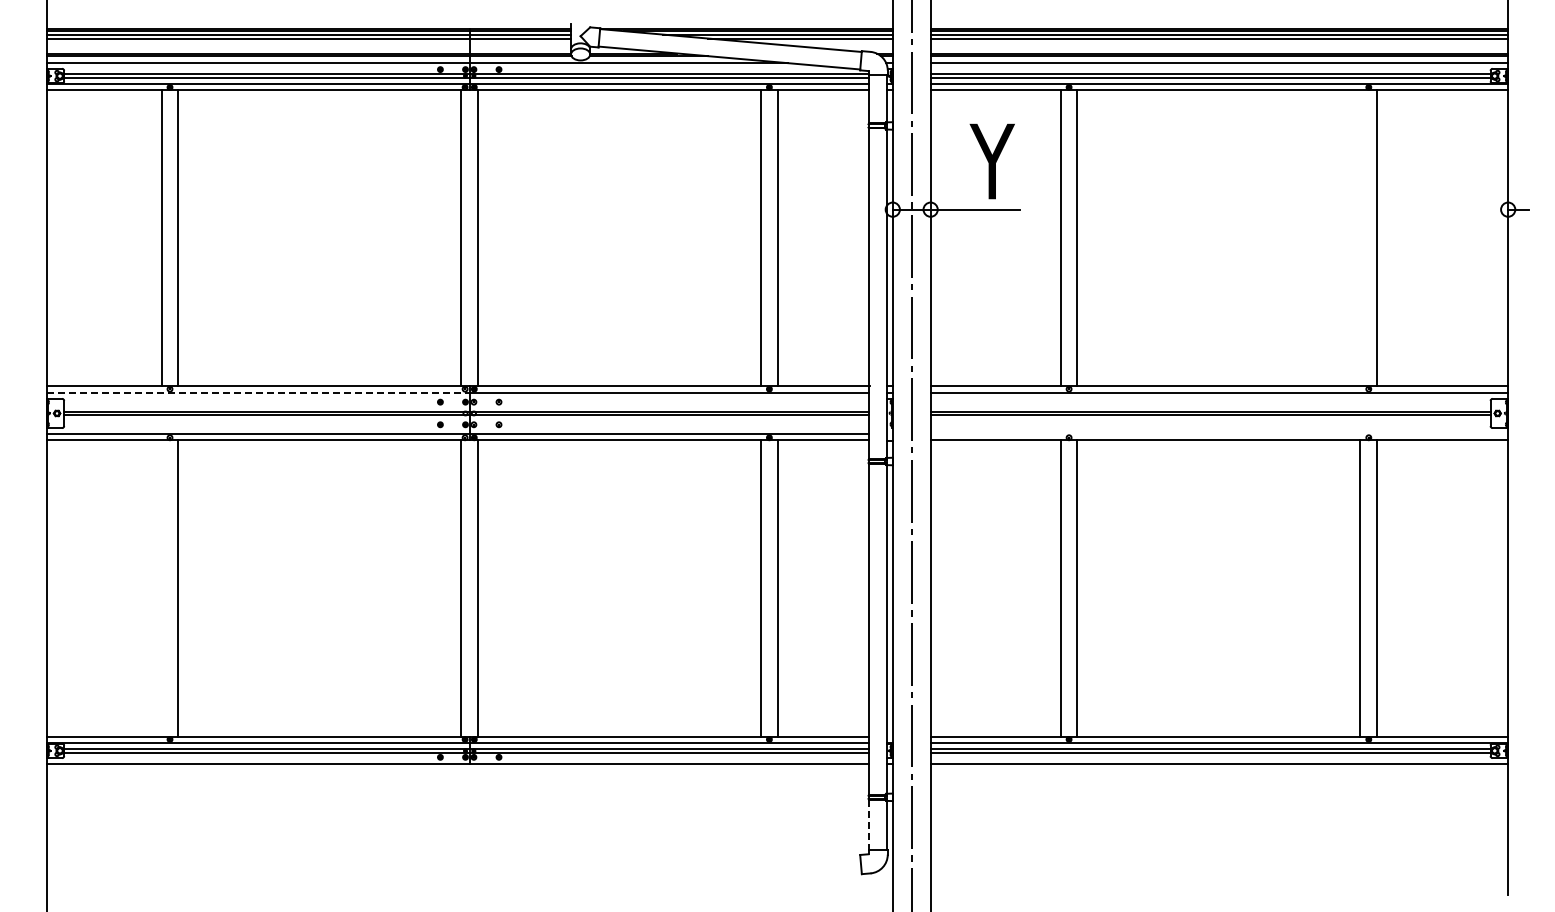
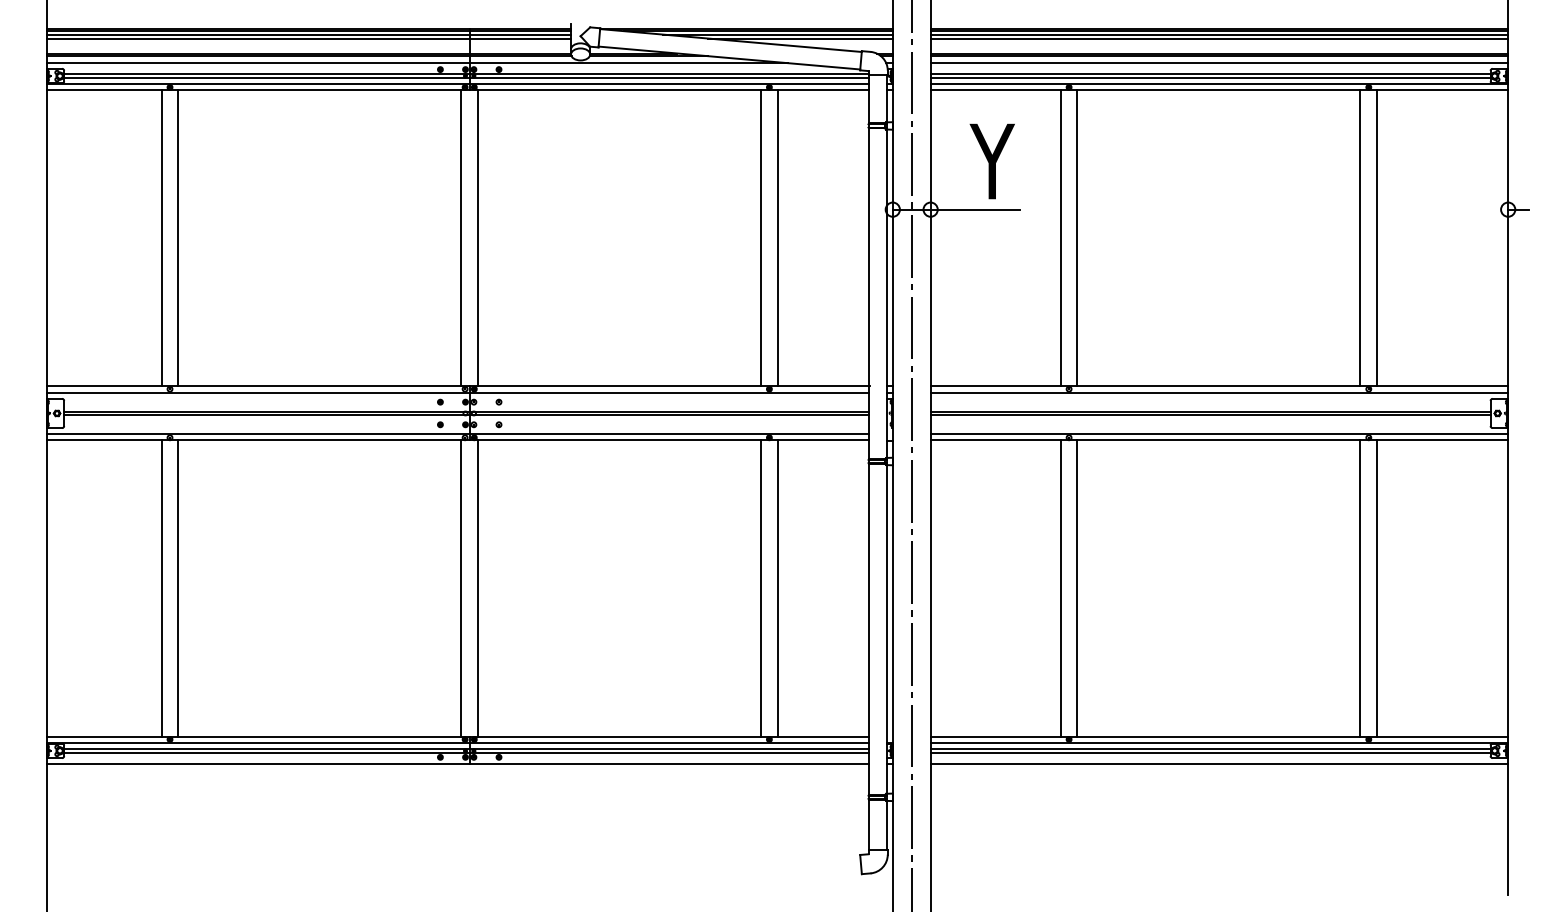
line at (1360, 238): none -> present
line at (258, 392): dashed -> solid
line at (1219, 433): none -> present
line at (161, 588): none -> present
line at (869, 825): dashed -> solid
